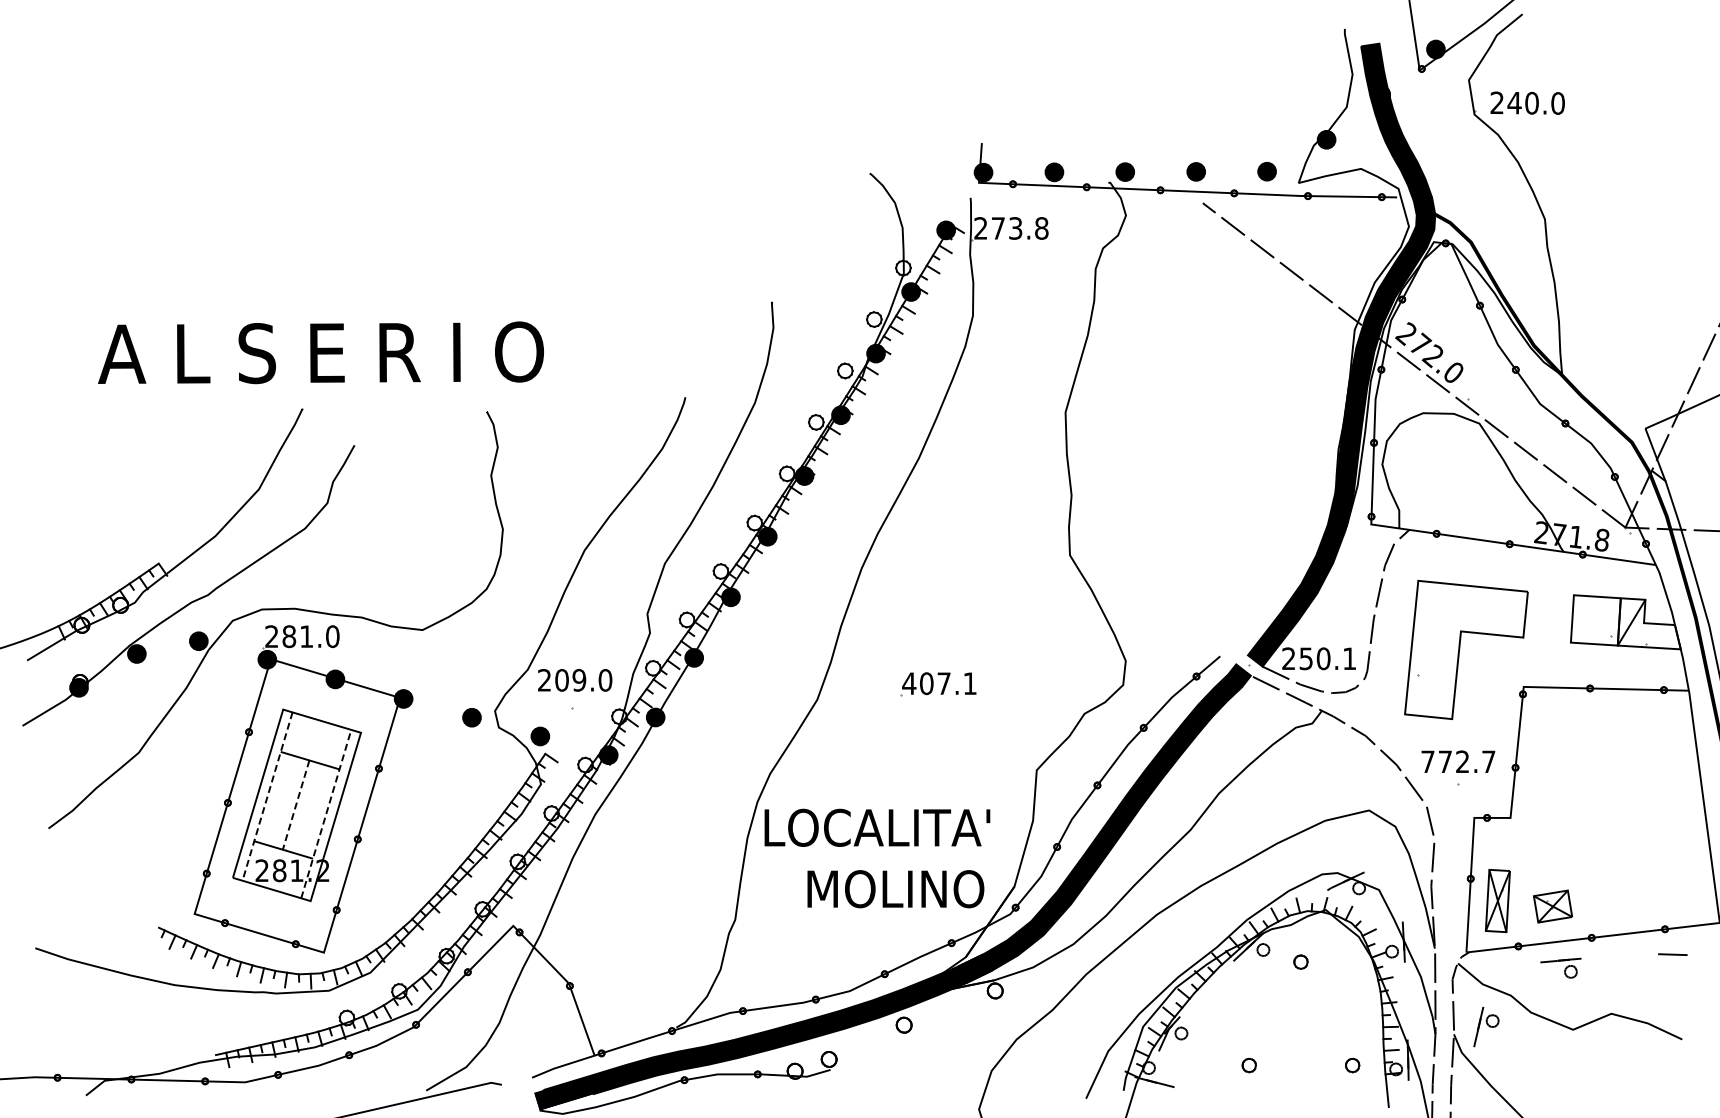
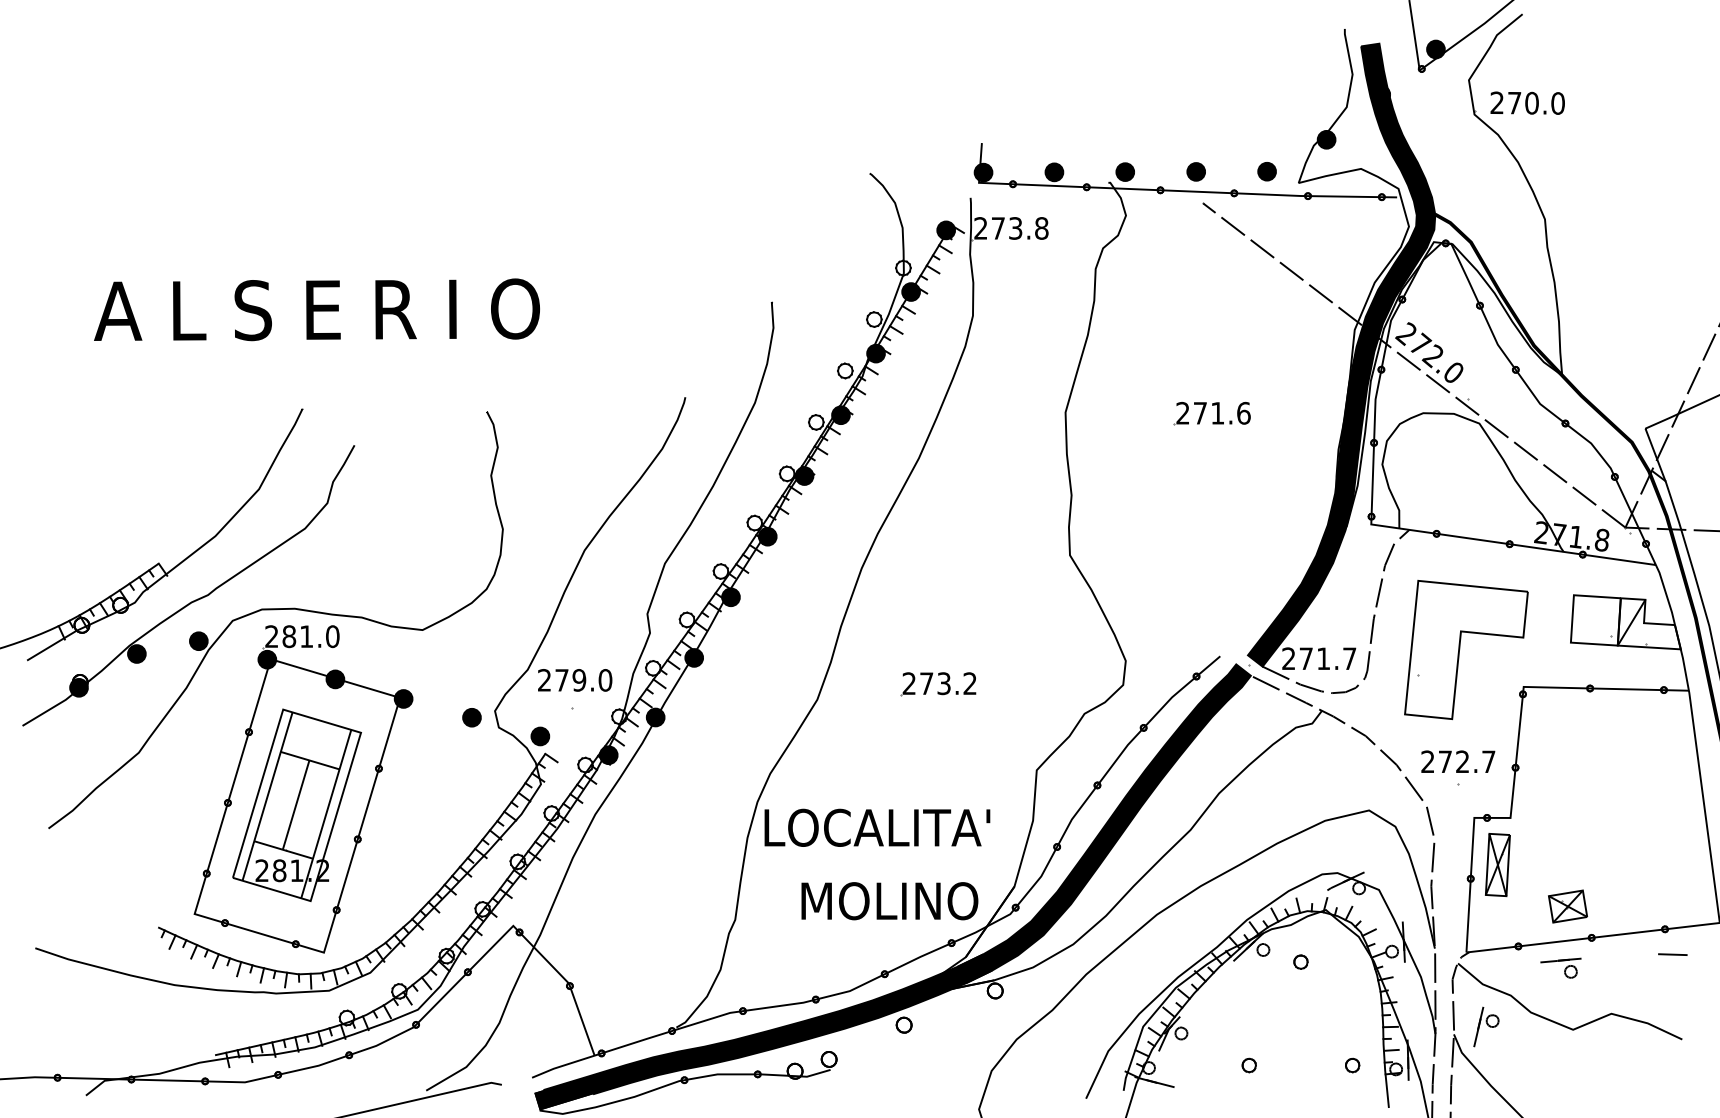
text at (1514, 103): 240.0 -> 270.0
text at (320, 352) position: (320, 352) -> (316, 309)
part at (1211, 413): none -> present
text at (1327, 658): 250.1 -> 271.7
text at (561, 680): 209.0 -> 279.0
text at (939, 683): 407.1 -> 273.2
text at (1427, 761): 772.7 -> 272.7
line at (267, 796): dashed -> solid
line at (296, 805): dashed -> solid
line at (326, 814): dashed -> solid
text at (895, 889) position: (895, 889) -> (889, 901)
part at (1497, 901) position: (1497, 901) -> (1497, 865)
part at (1552, 906) position: (1552, 906) -> (1567, 906)
